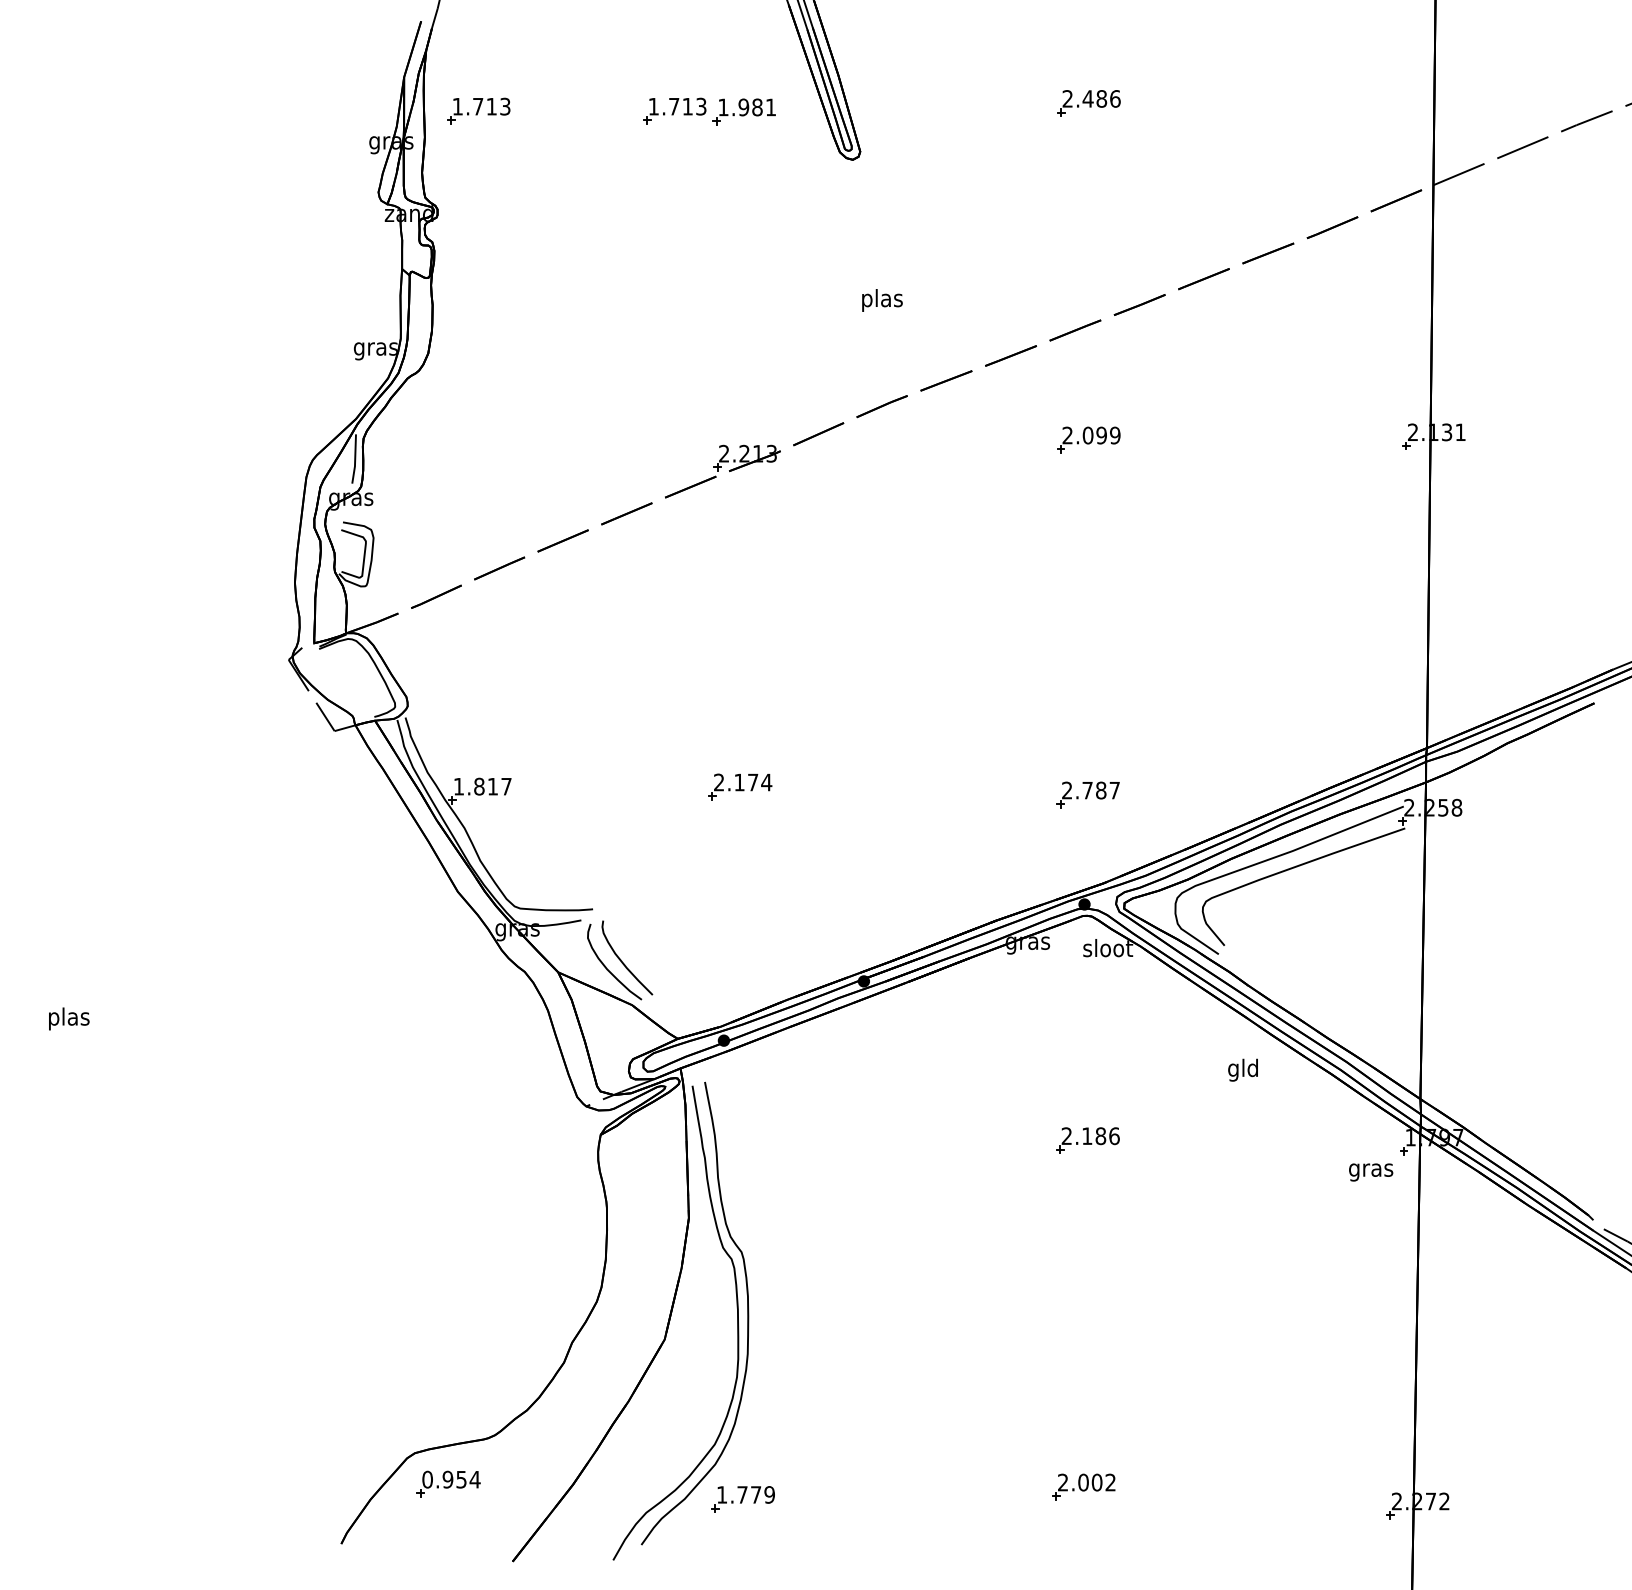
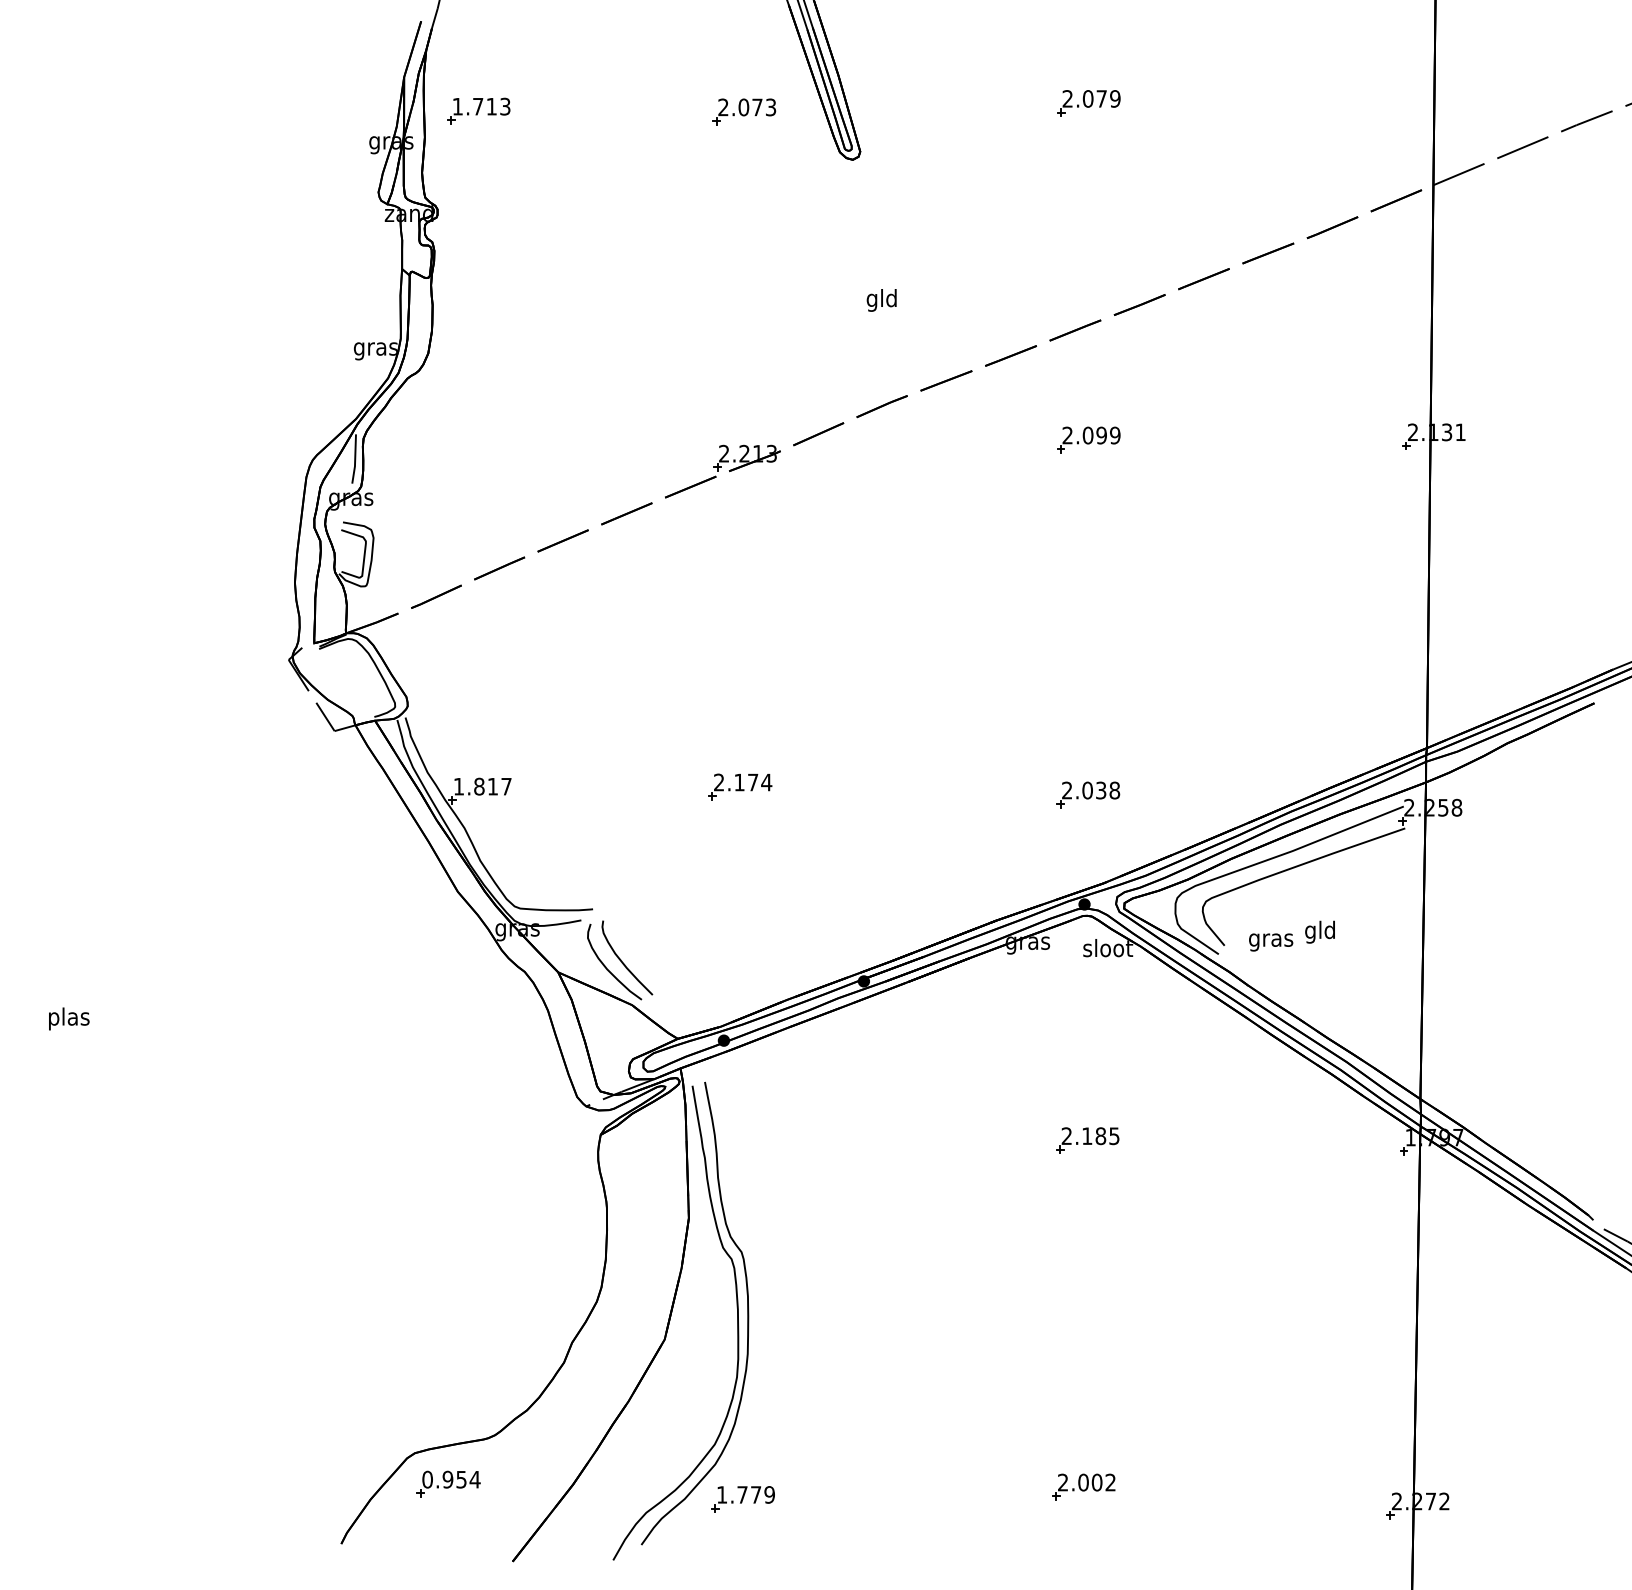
text at (1101, 98): 2.486 -> 2.079
text at (747, 107): 1.981 -> 2.073
part at (674, 110): present -> none
text at (882, 300): plas -> gld
text at (1101, 790): 2.787 -> 2.038
text at (1242, 1069) position: (1242, 1069) -> (1319, 931)
text at (1114, 1136): 2.186 -> 2.185
text at (1371, 1172) position: (1371, 1172) -> (1271, 942)
